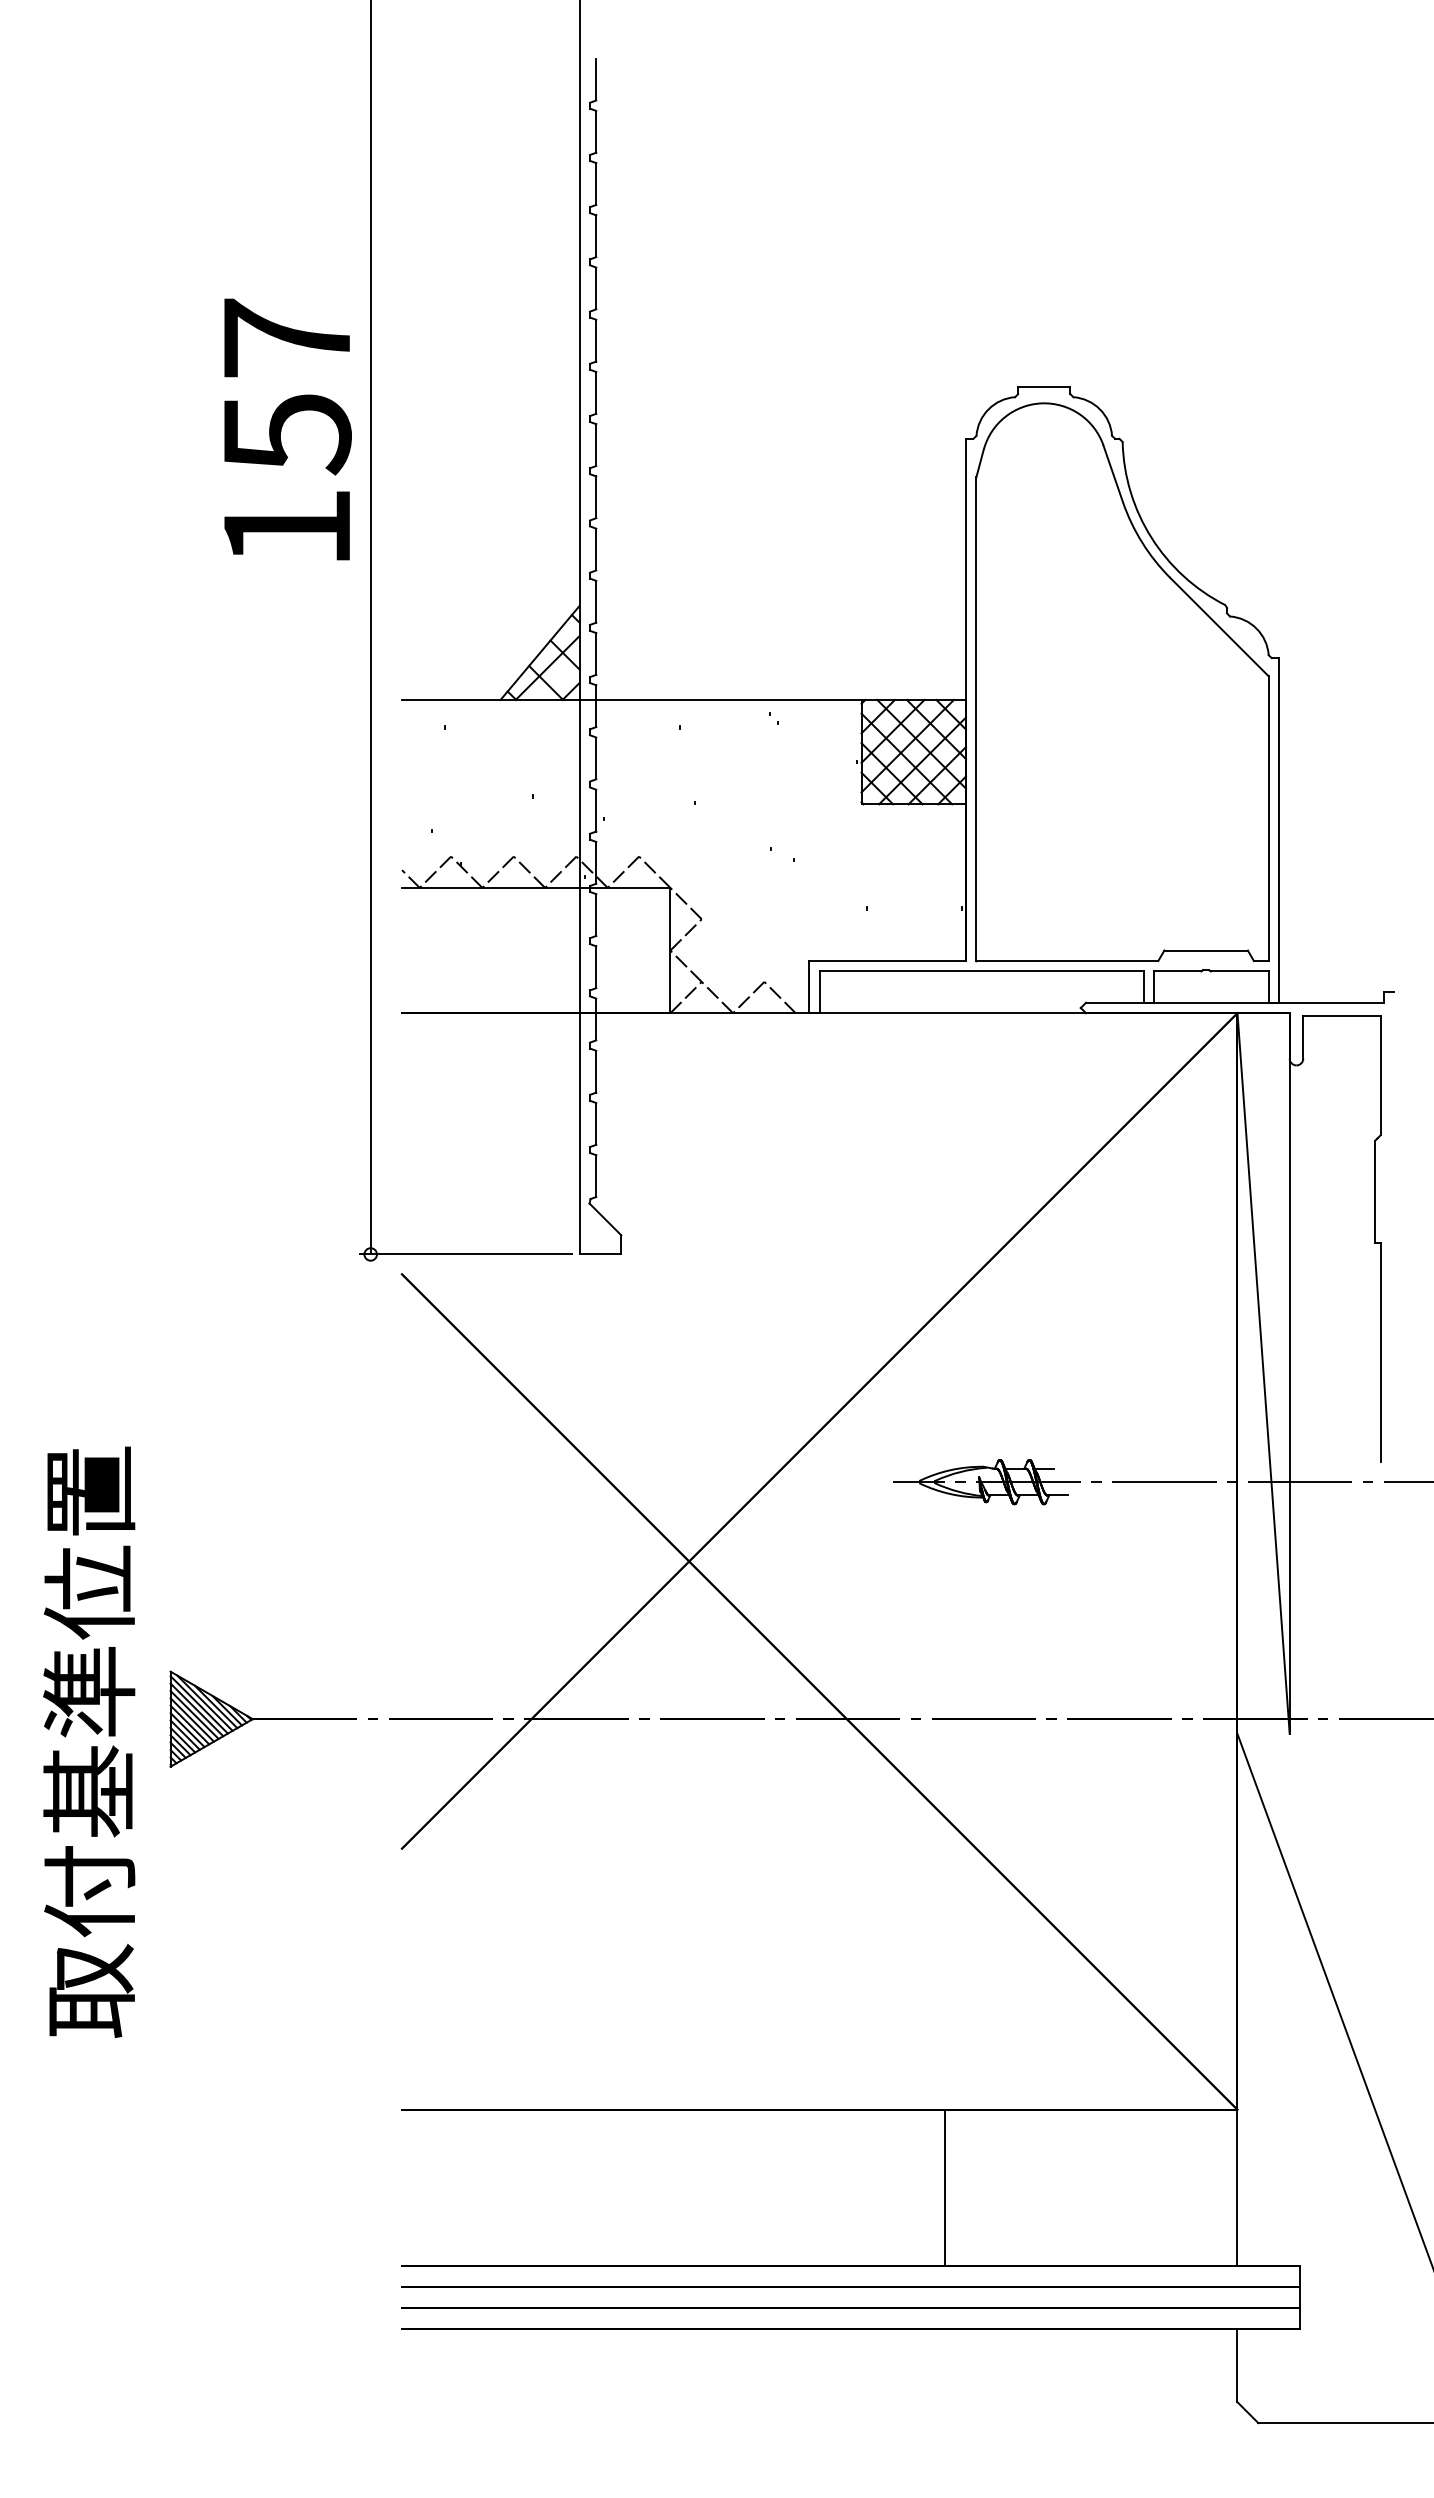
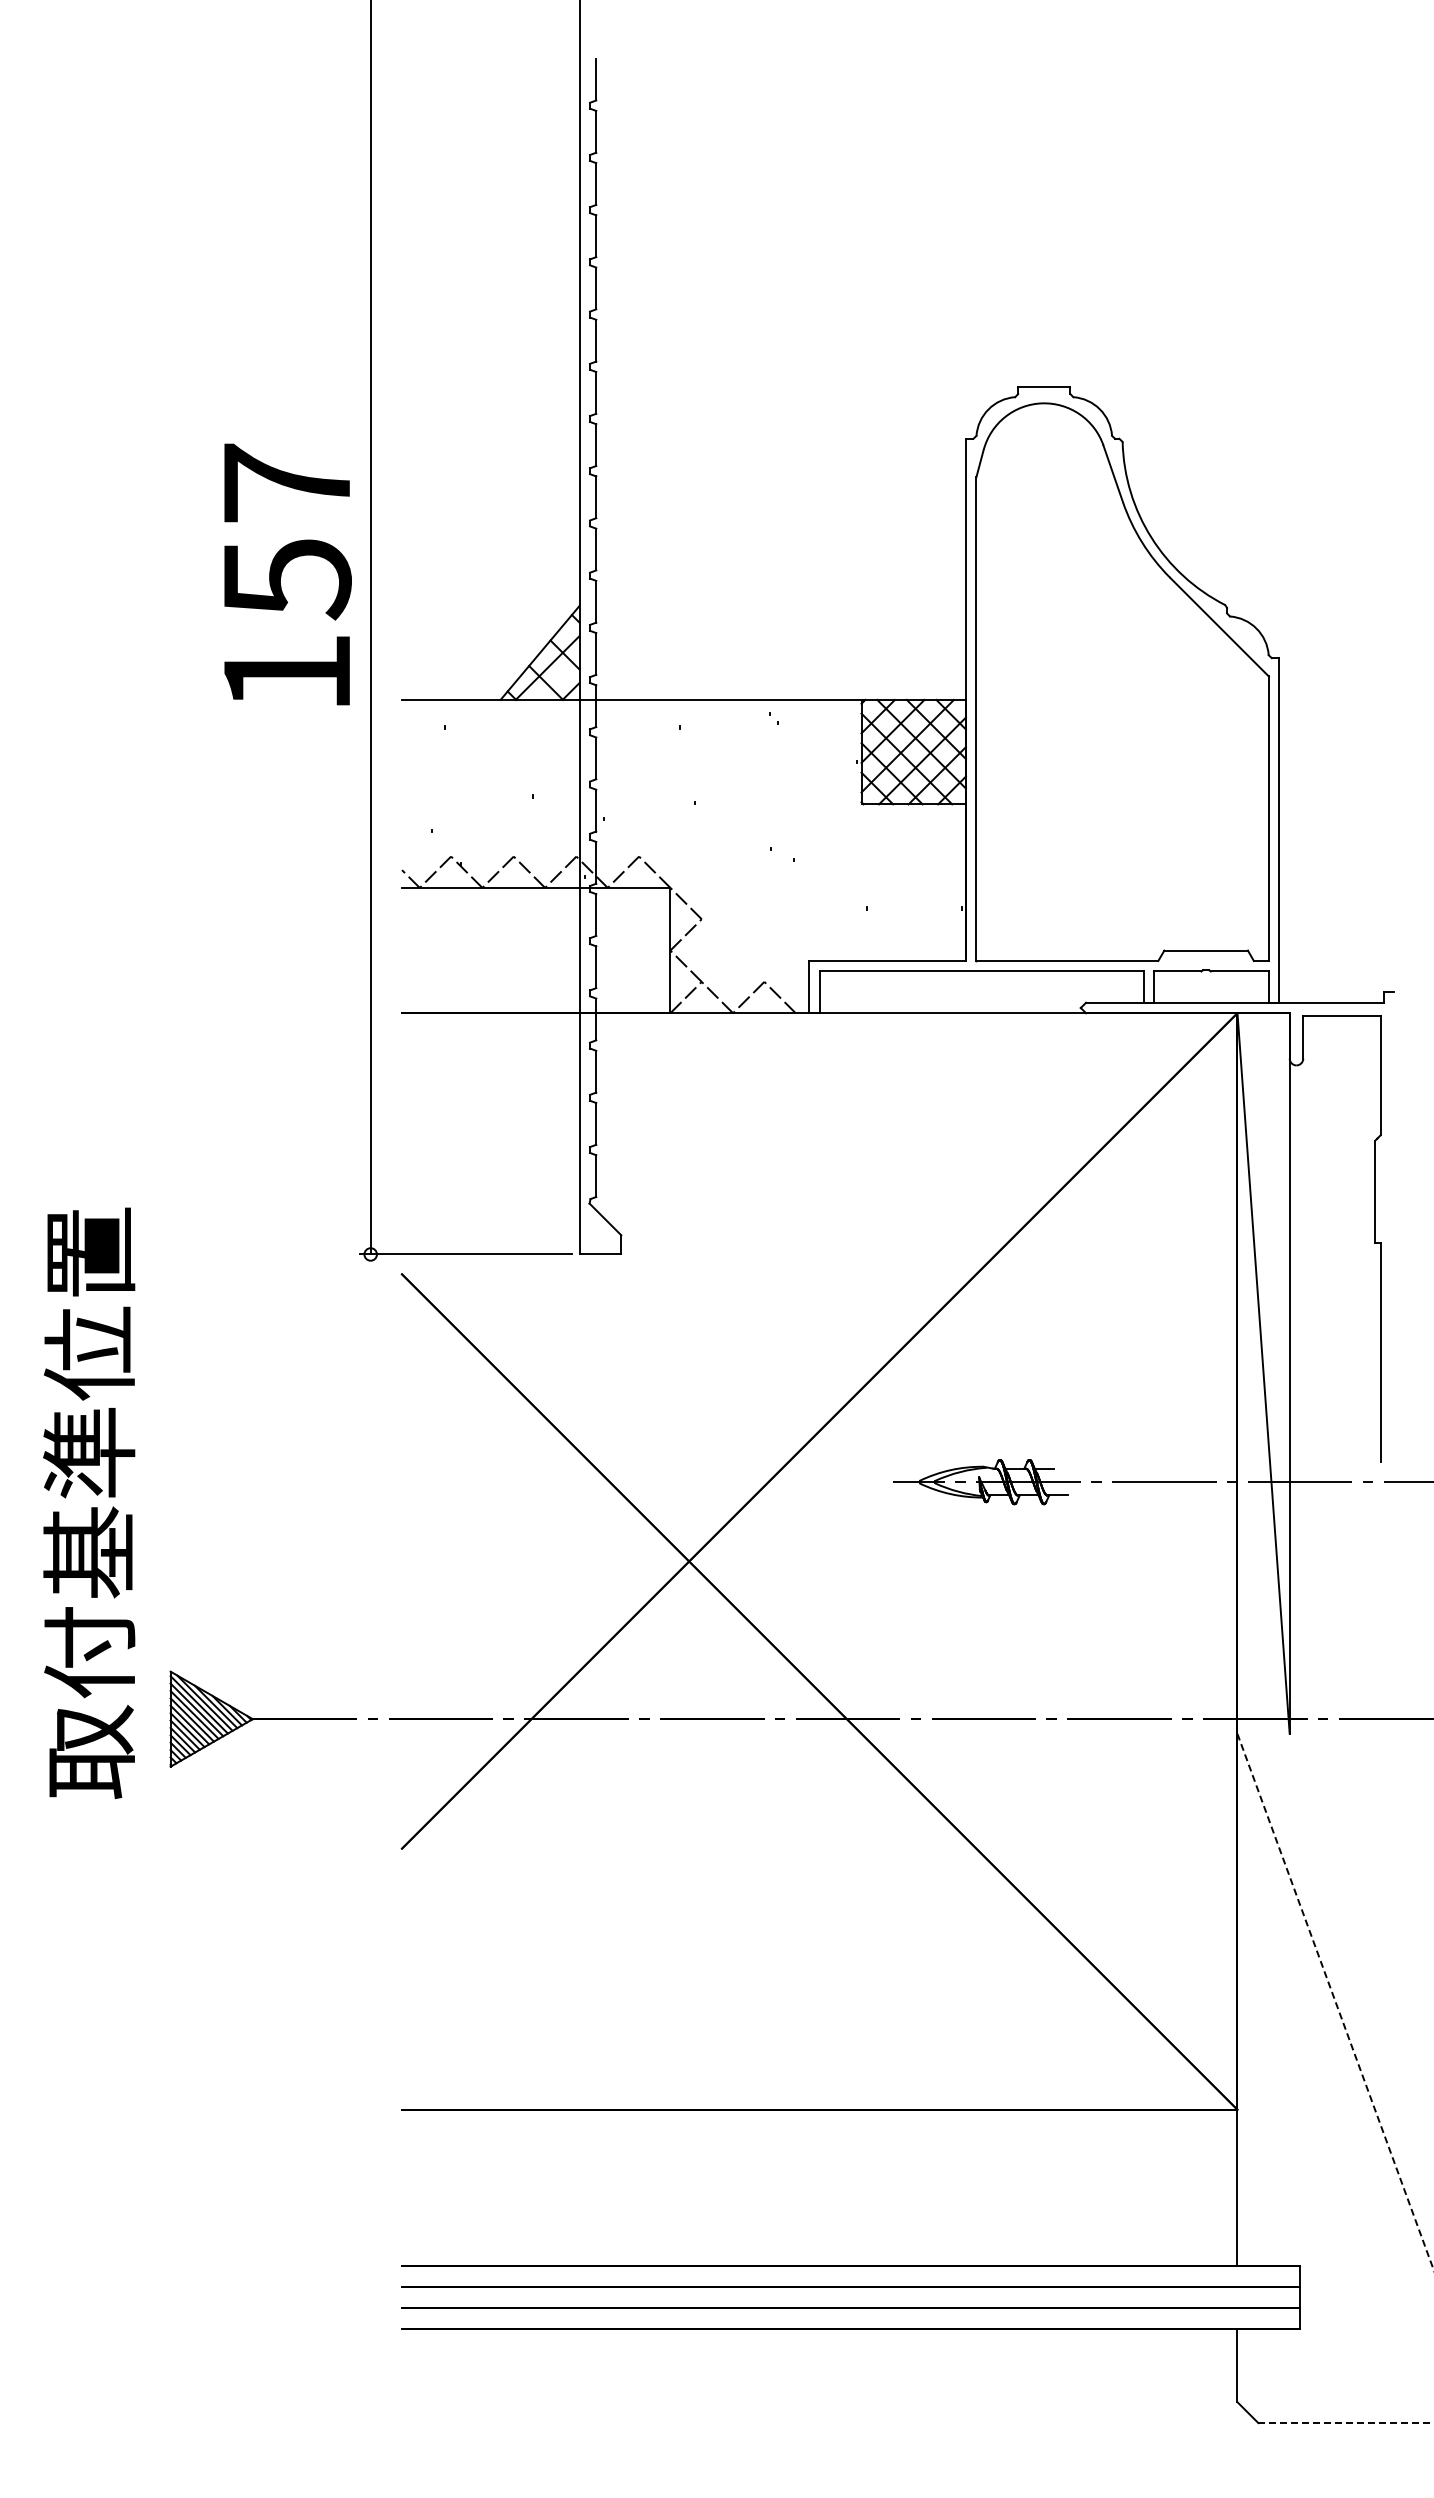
text at (287, 429) position: (287, 429) -> (287, 574)
text at (89, 1742) position: (89, 1742) -> (89, 1503)
line at (1335, 2002): solid -> dashed
line at (945, 2187): present -> none
line at (1346, 2423): solid -> dashed
